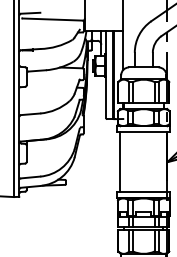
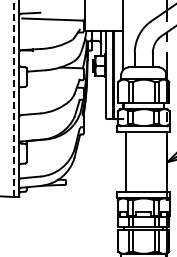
line at (14, 98): solid -> dashed
line at (120, 162) position: (120, 162) -> (126, 162)
